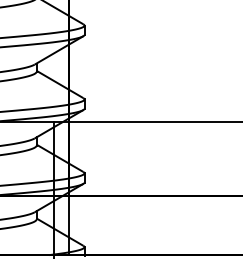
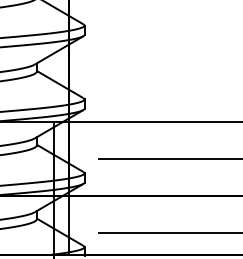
line at (169, 158): none -> present
line at (169, 232): none -> present
